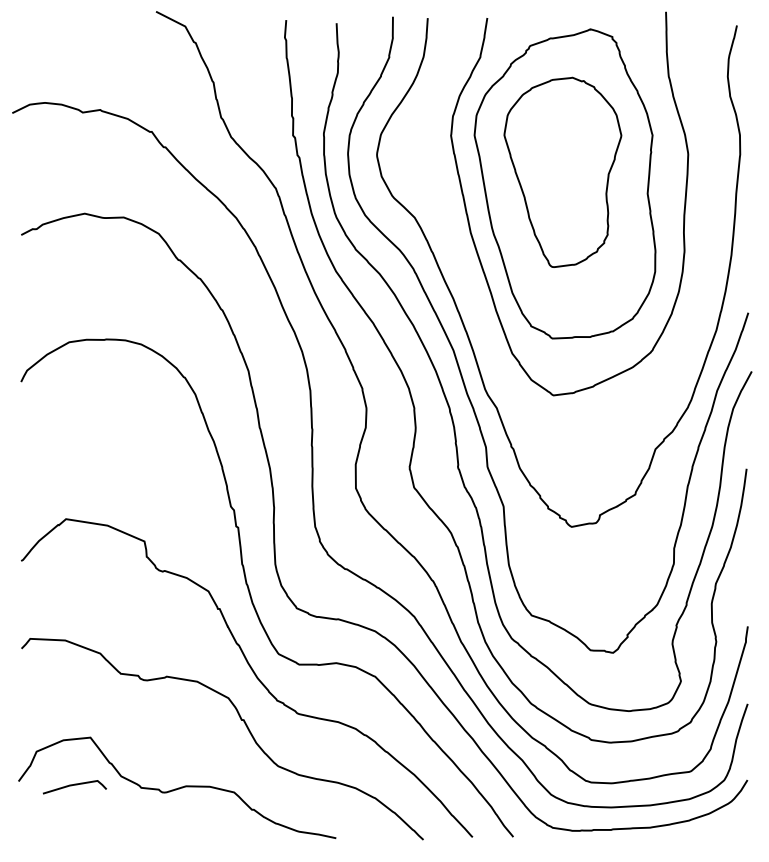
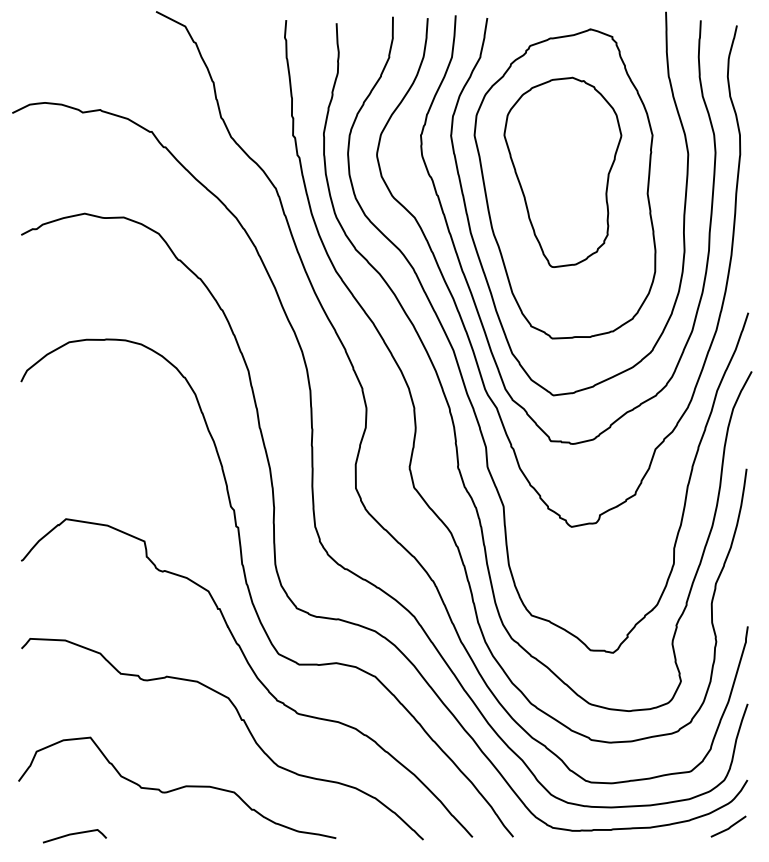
curve at (464, 272): none -> present
line at (74, 785) position: (74, 785) -> (74, 834)
curve at (729, 826): none -> present
